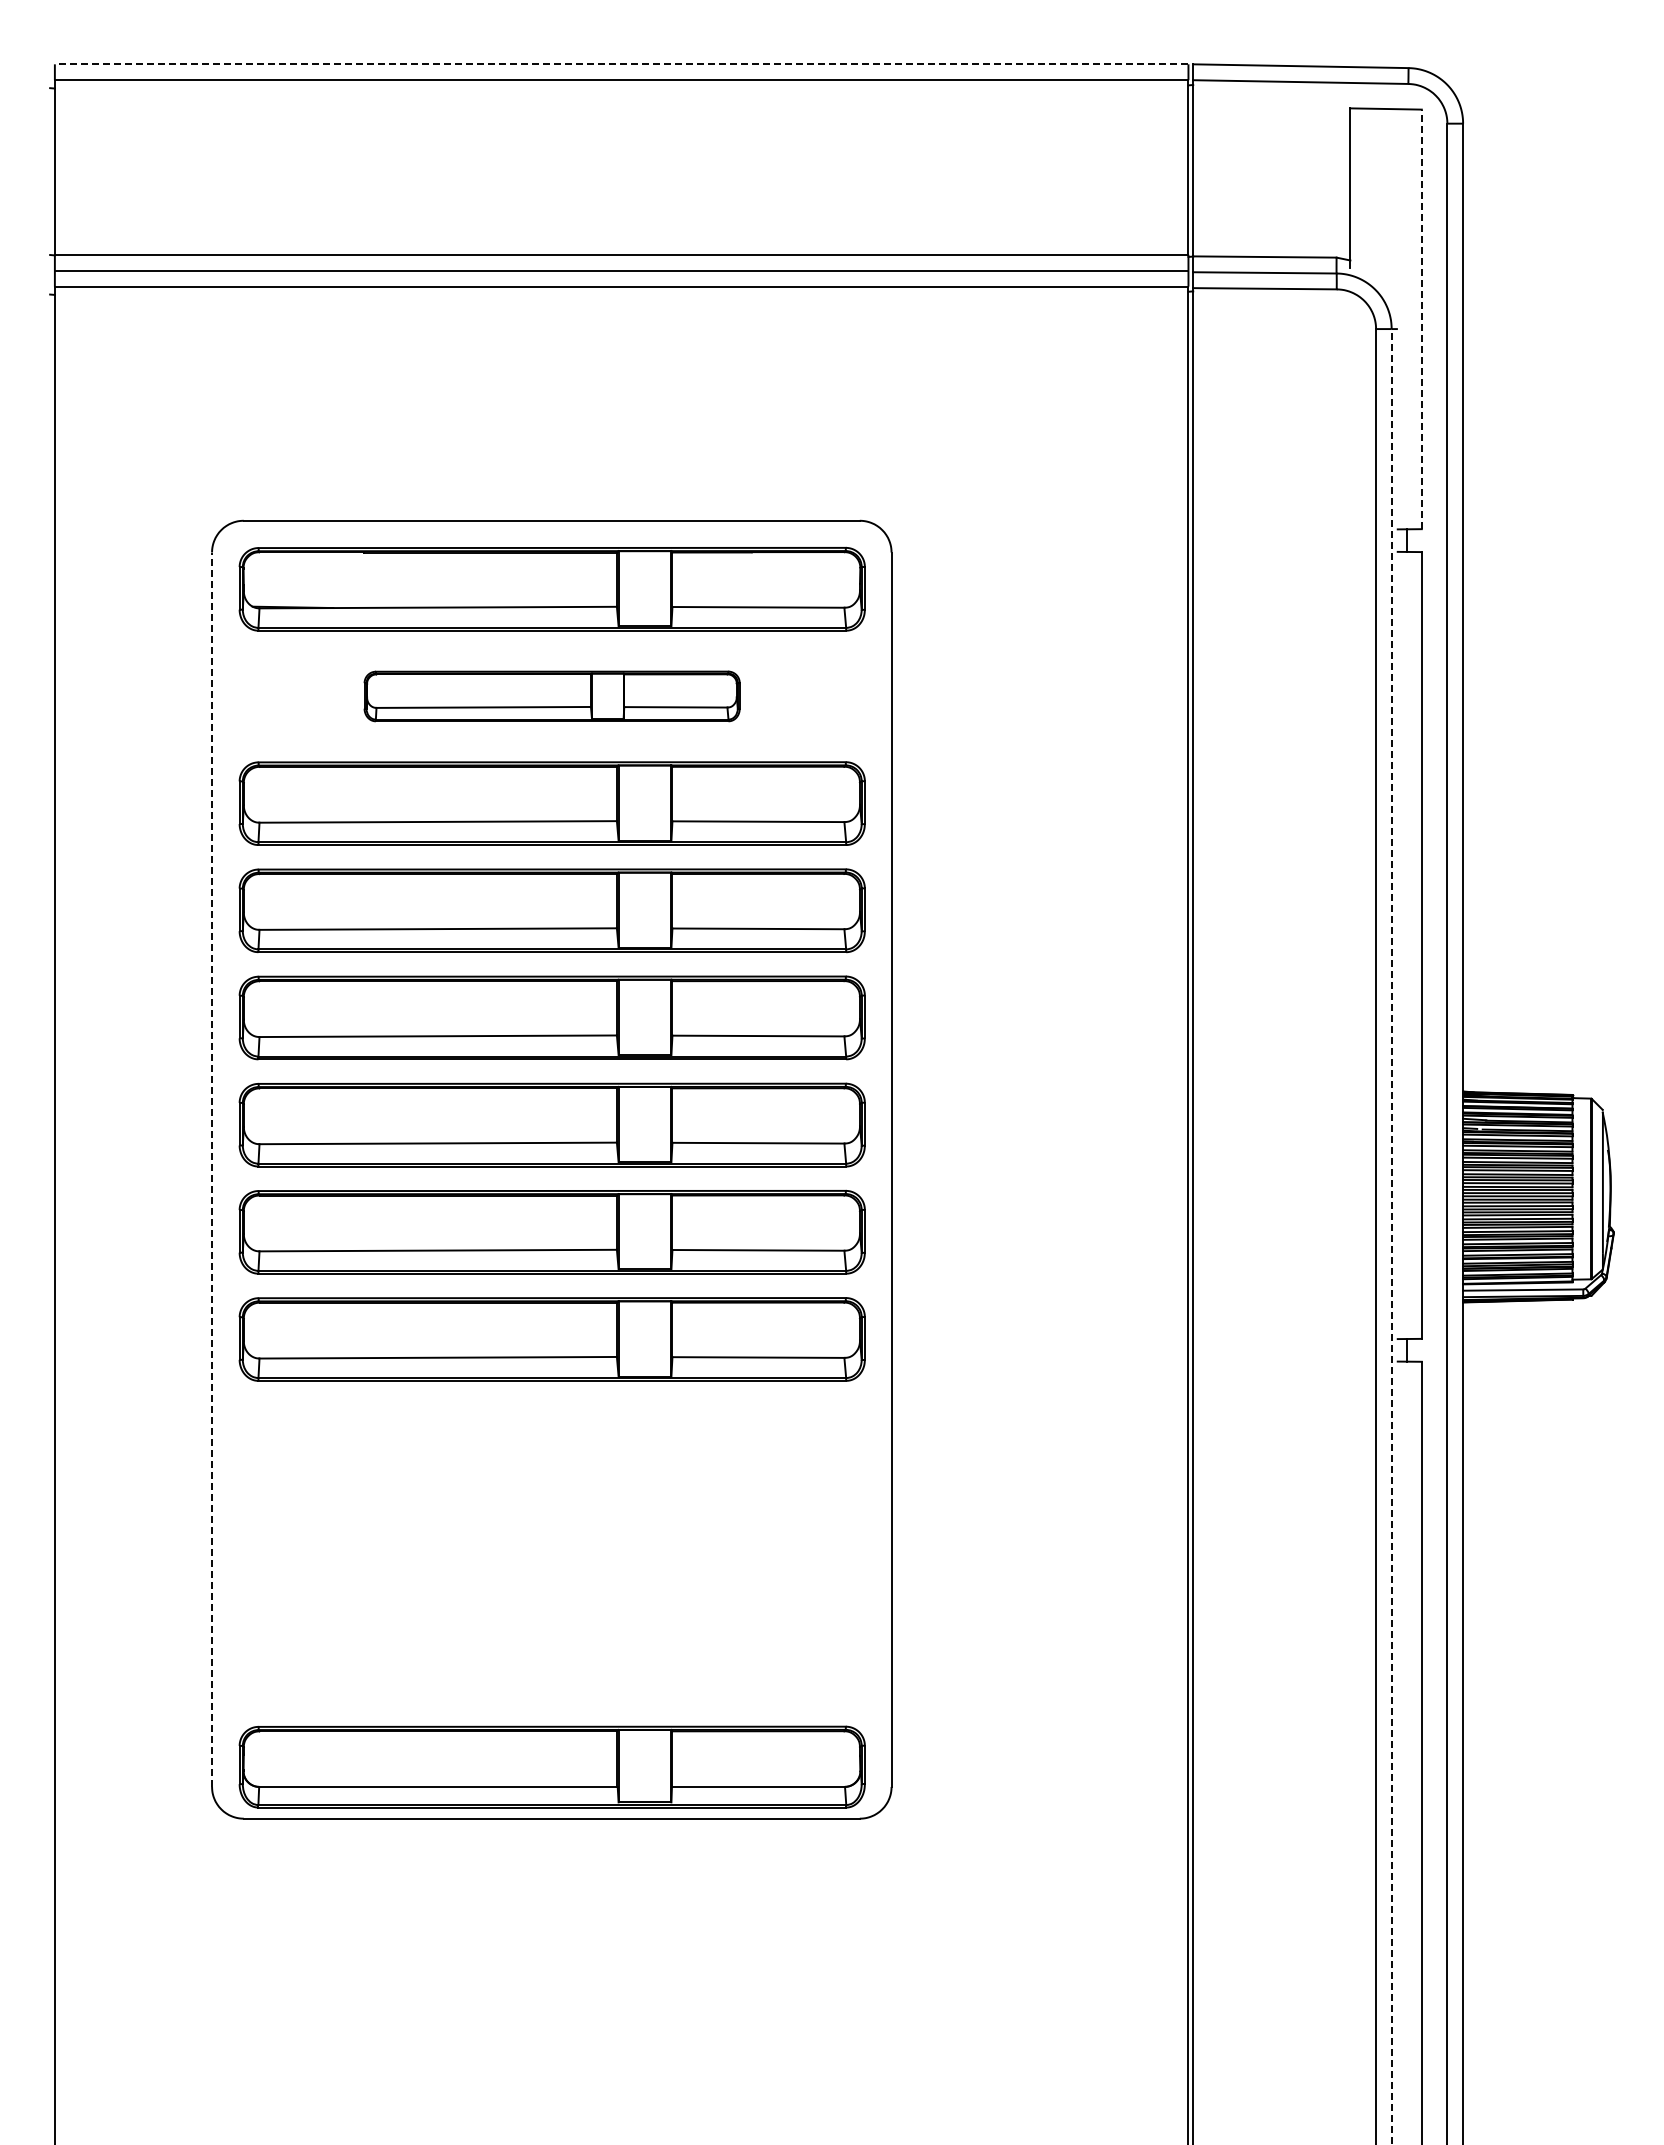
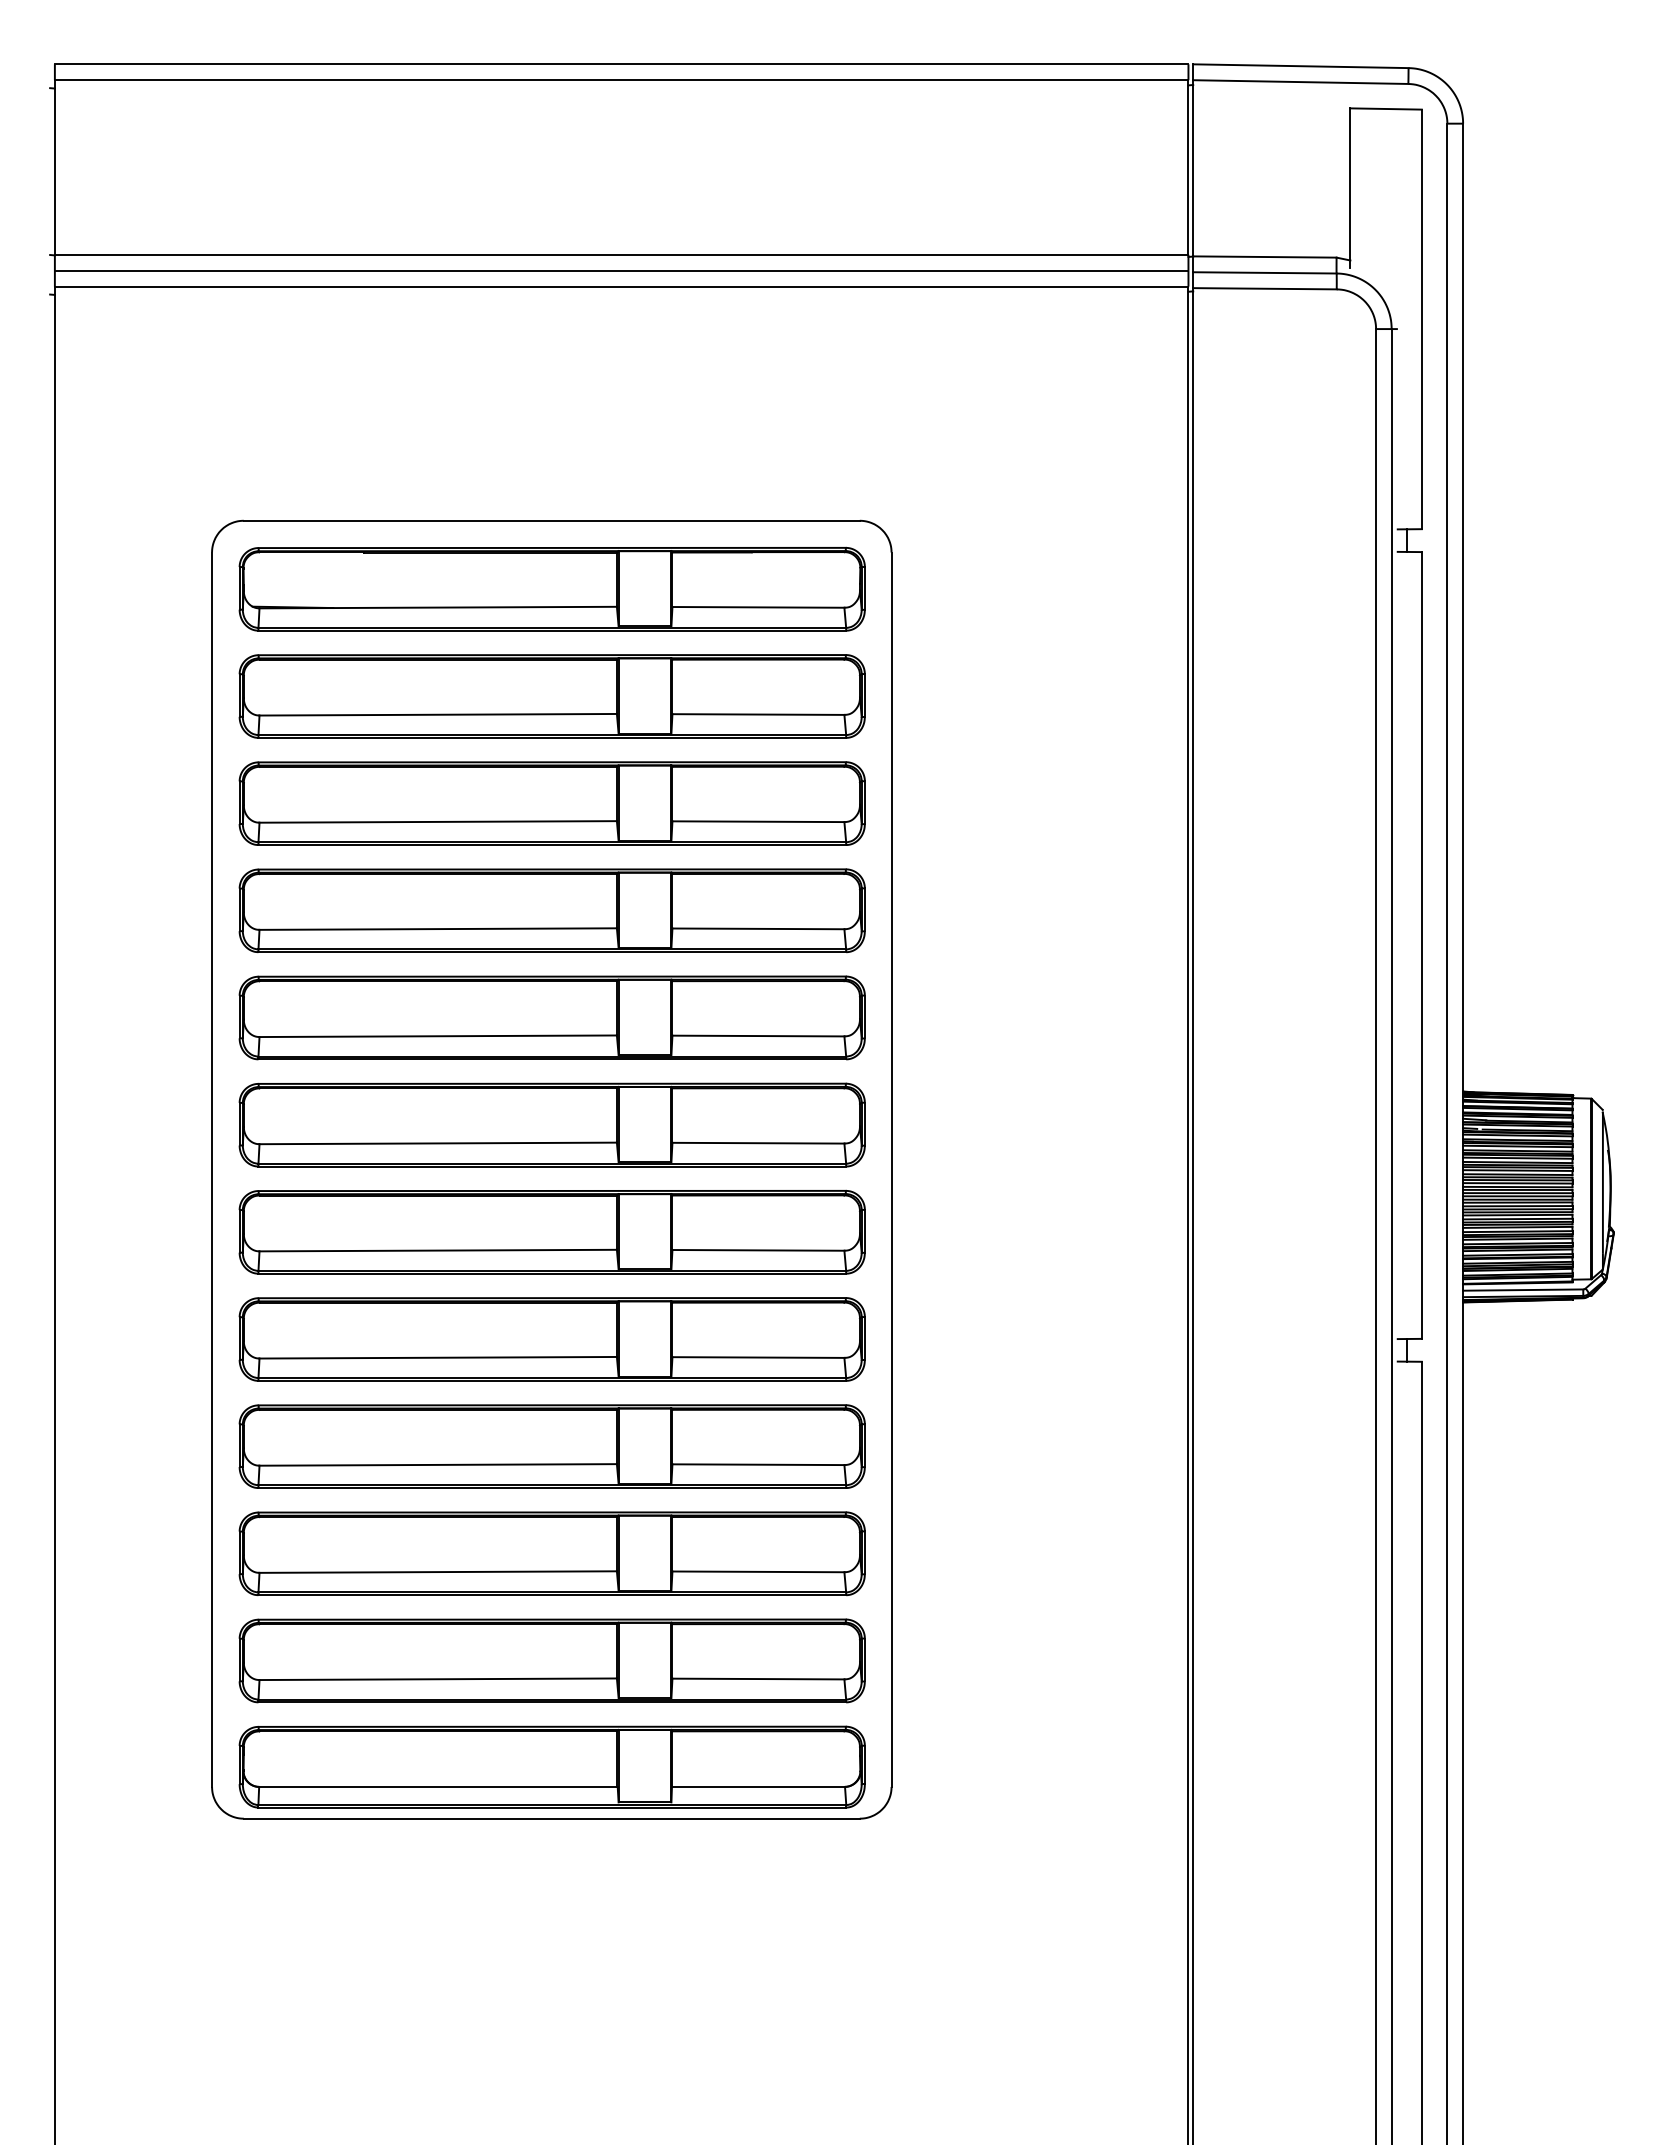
line at (621, 64): dashed -> solid
line at (1421, 319): dashed -> solid
part at (551, 696) size: 378x53 px -> 628x85 px
line at (212, 1169): dashed -> solid
line at (1391, 1236): dashed -> solid
part at (551, 1446): none -> present
part at (551, 1553): none -> present
part at (551, 1660): none -> present
